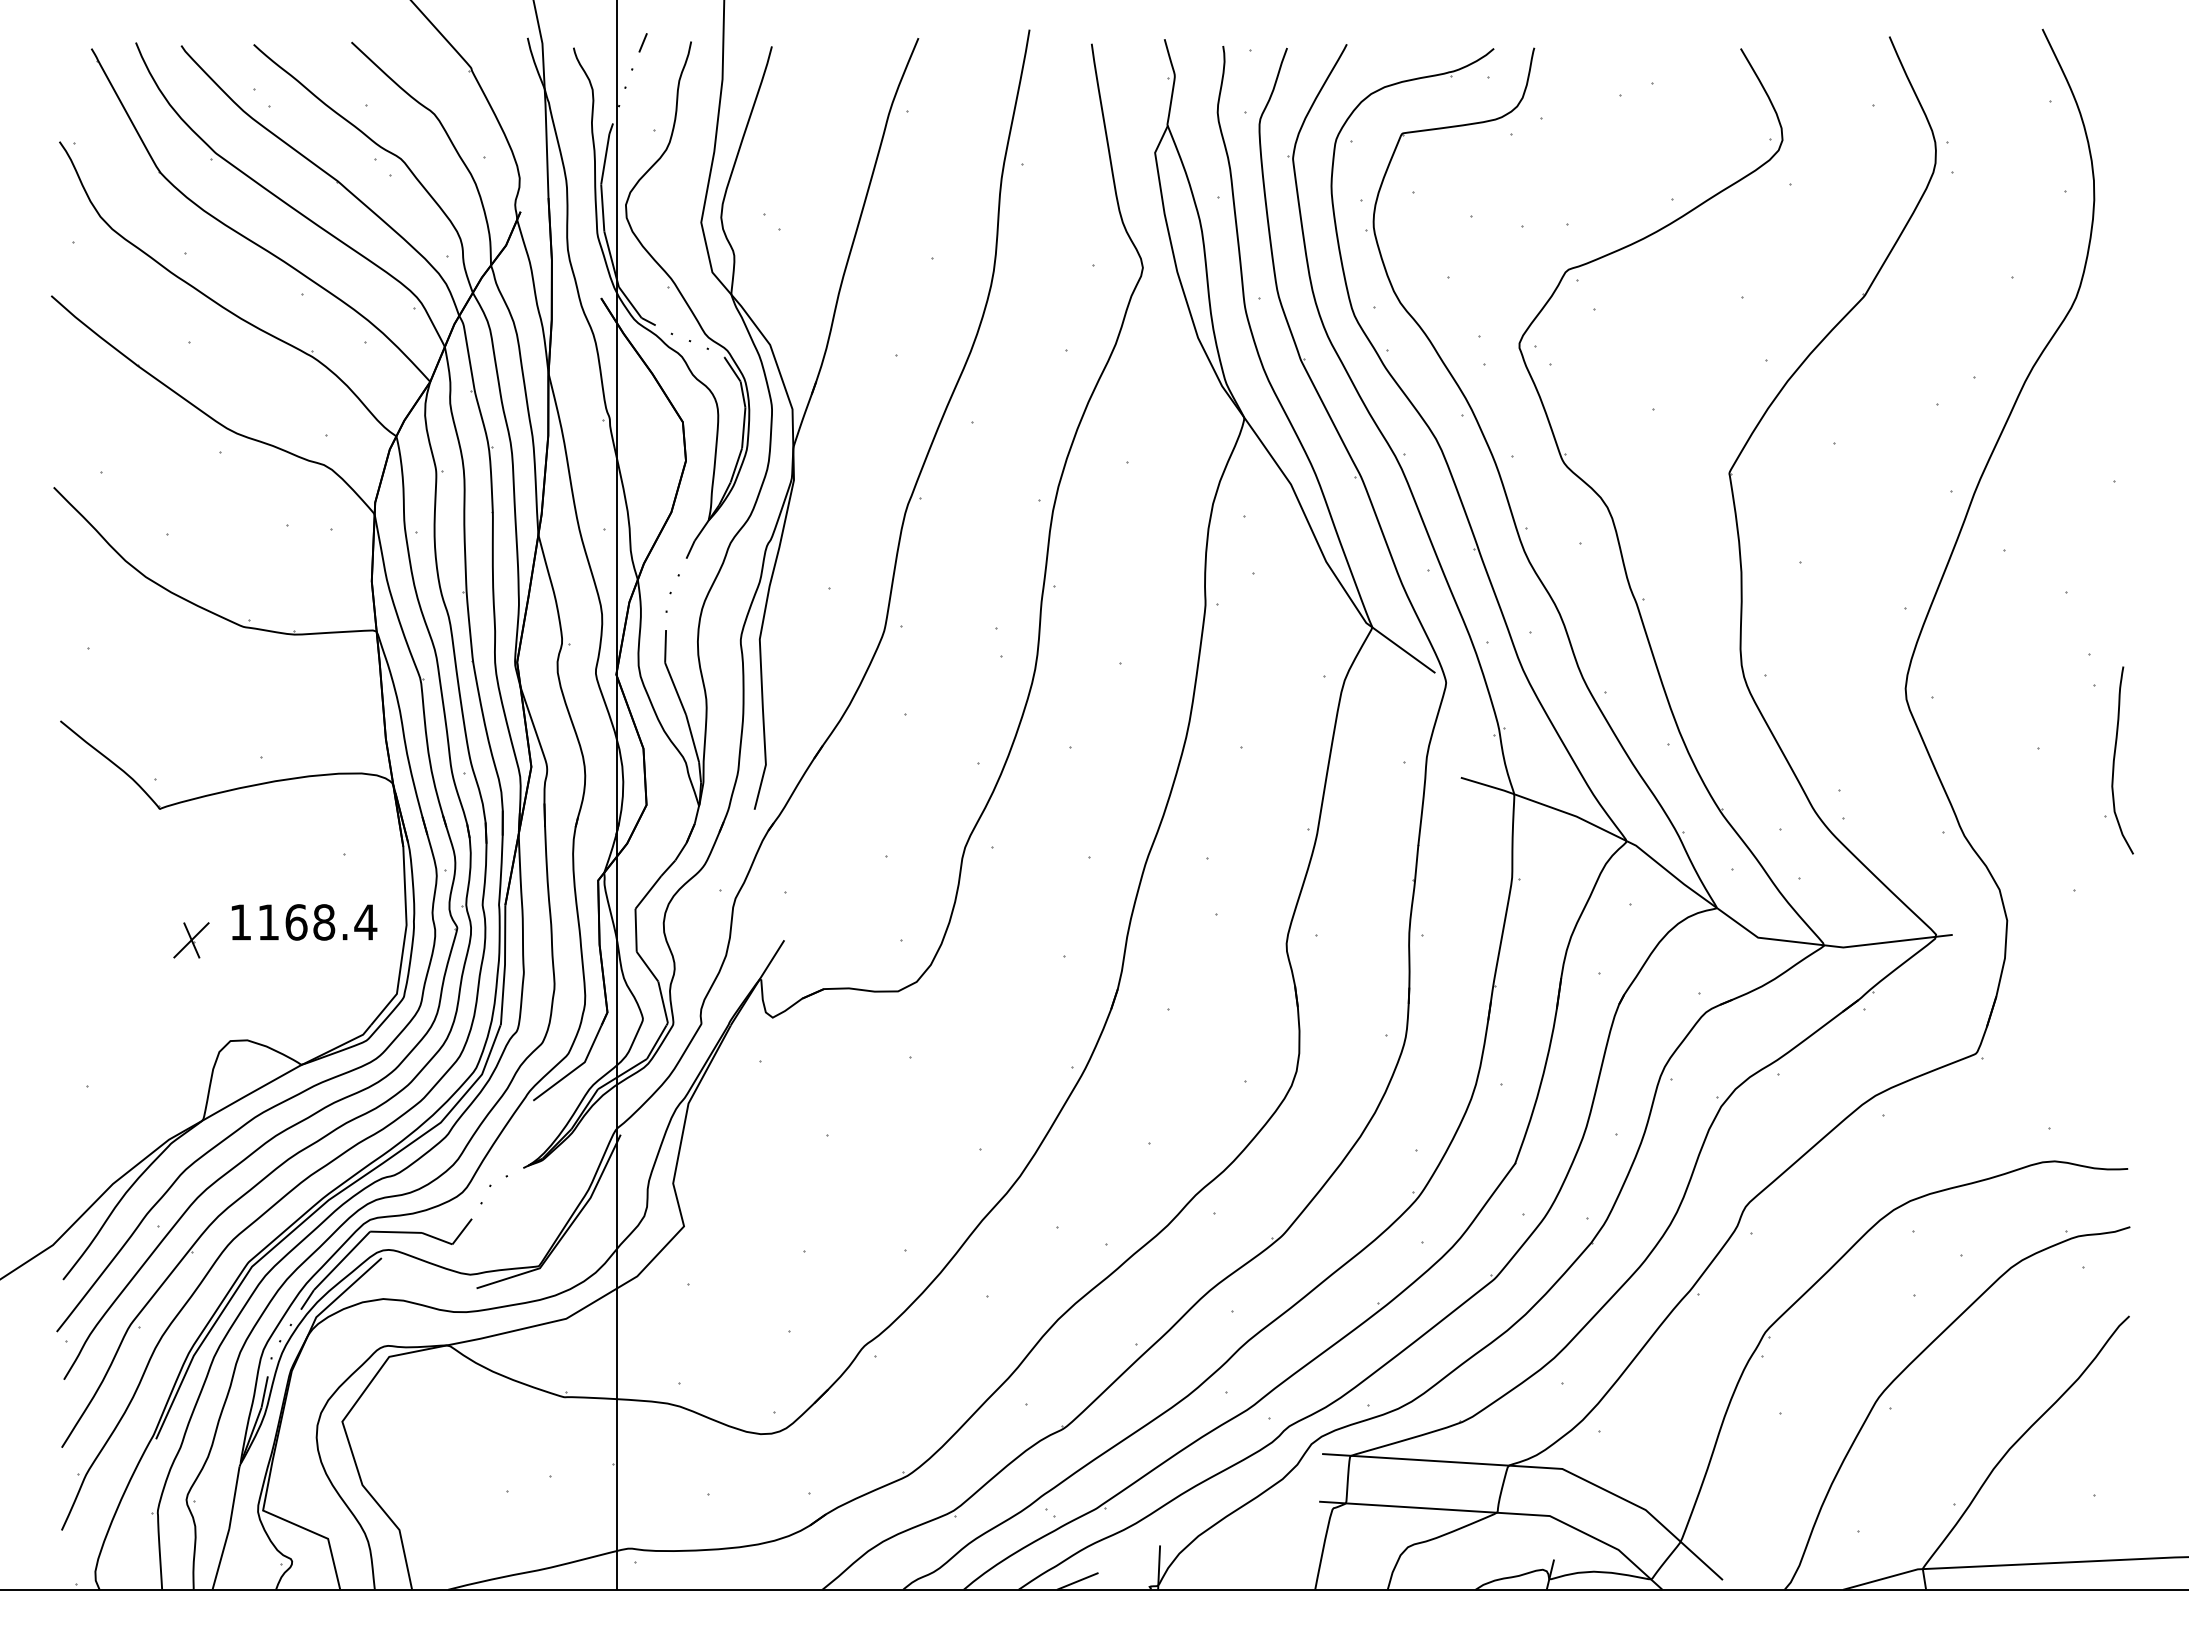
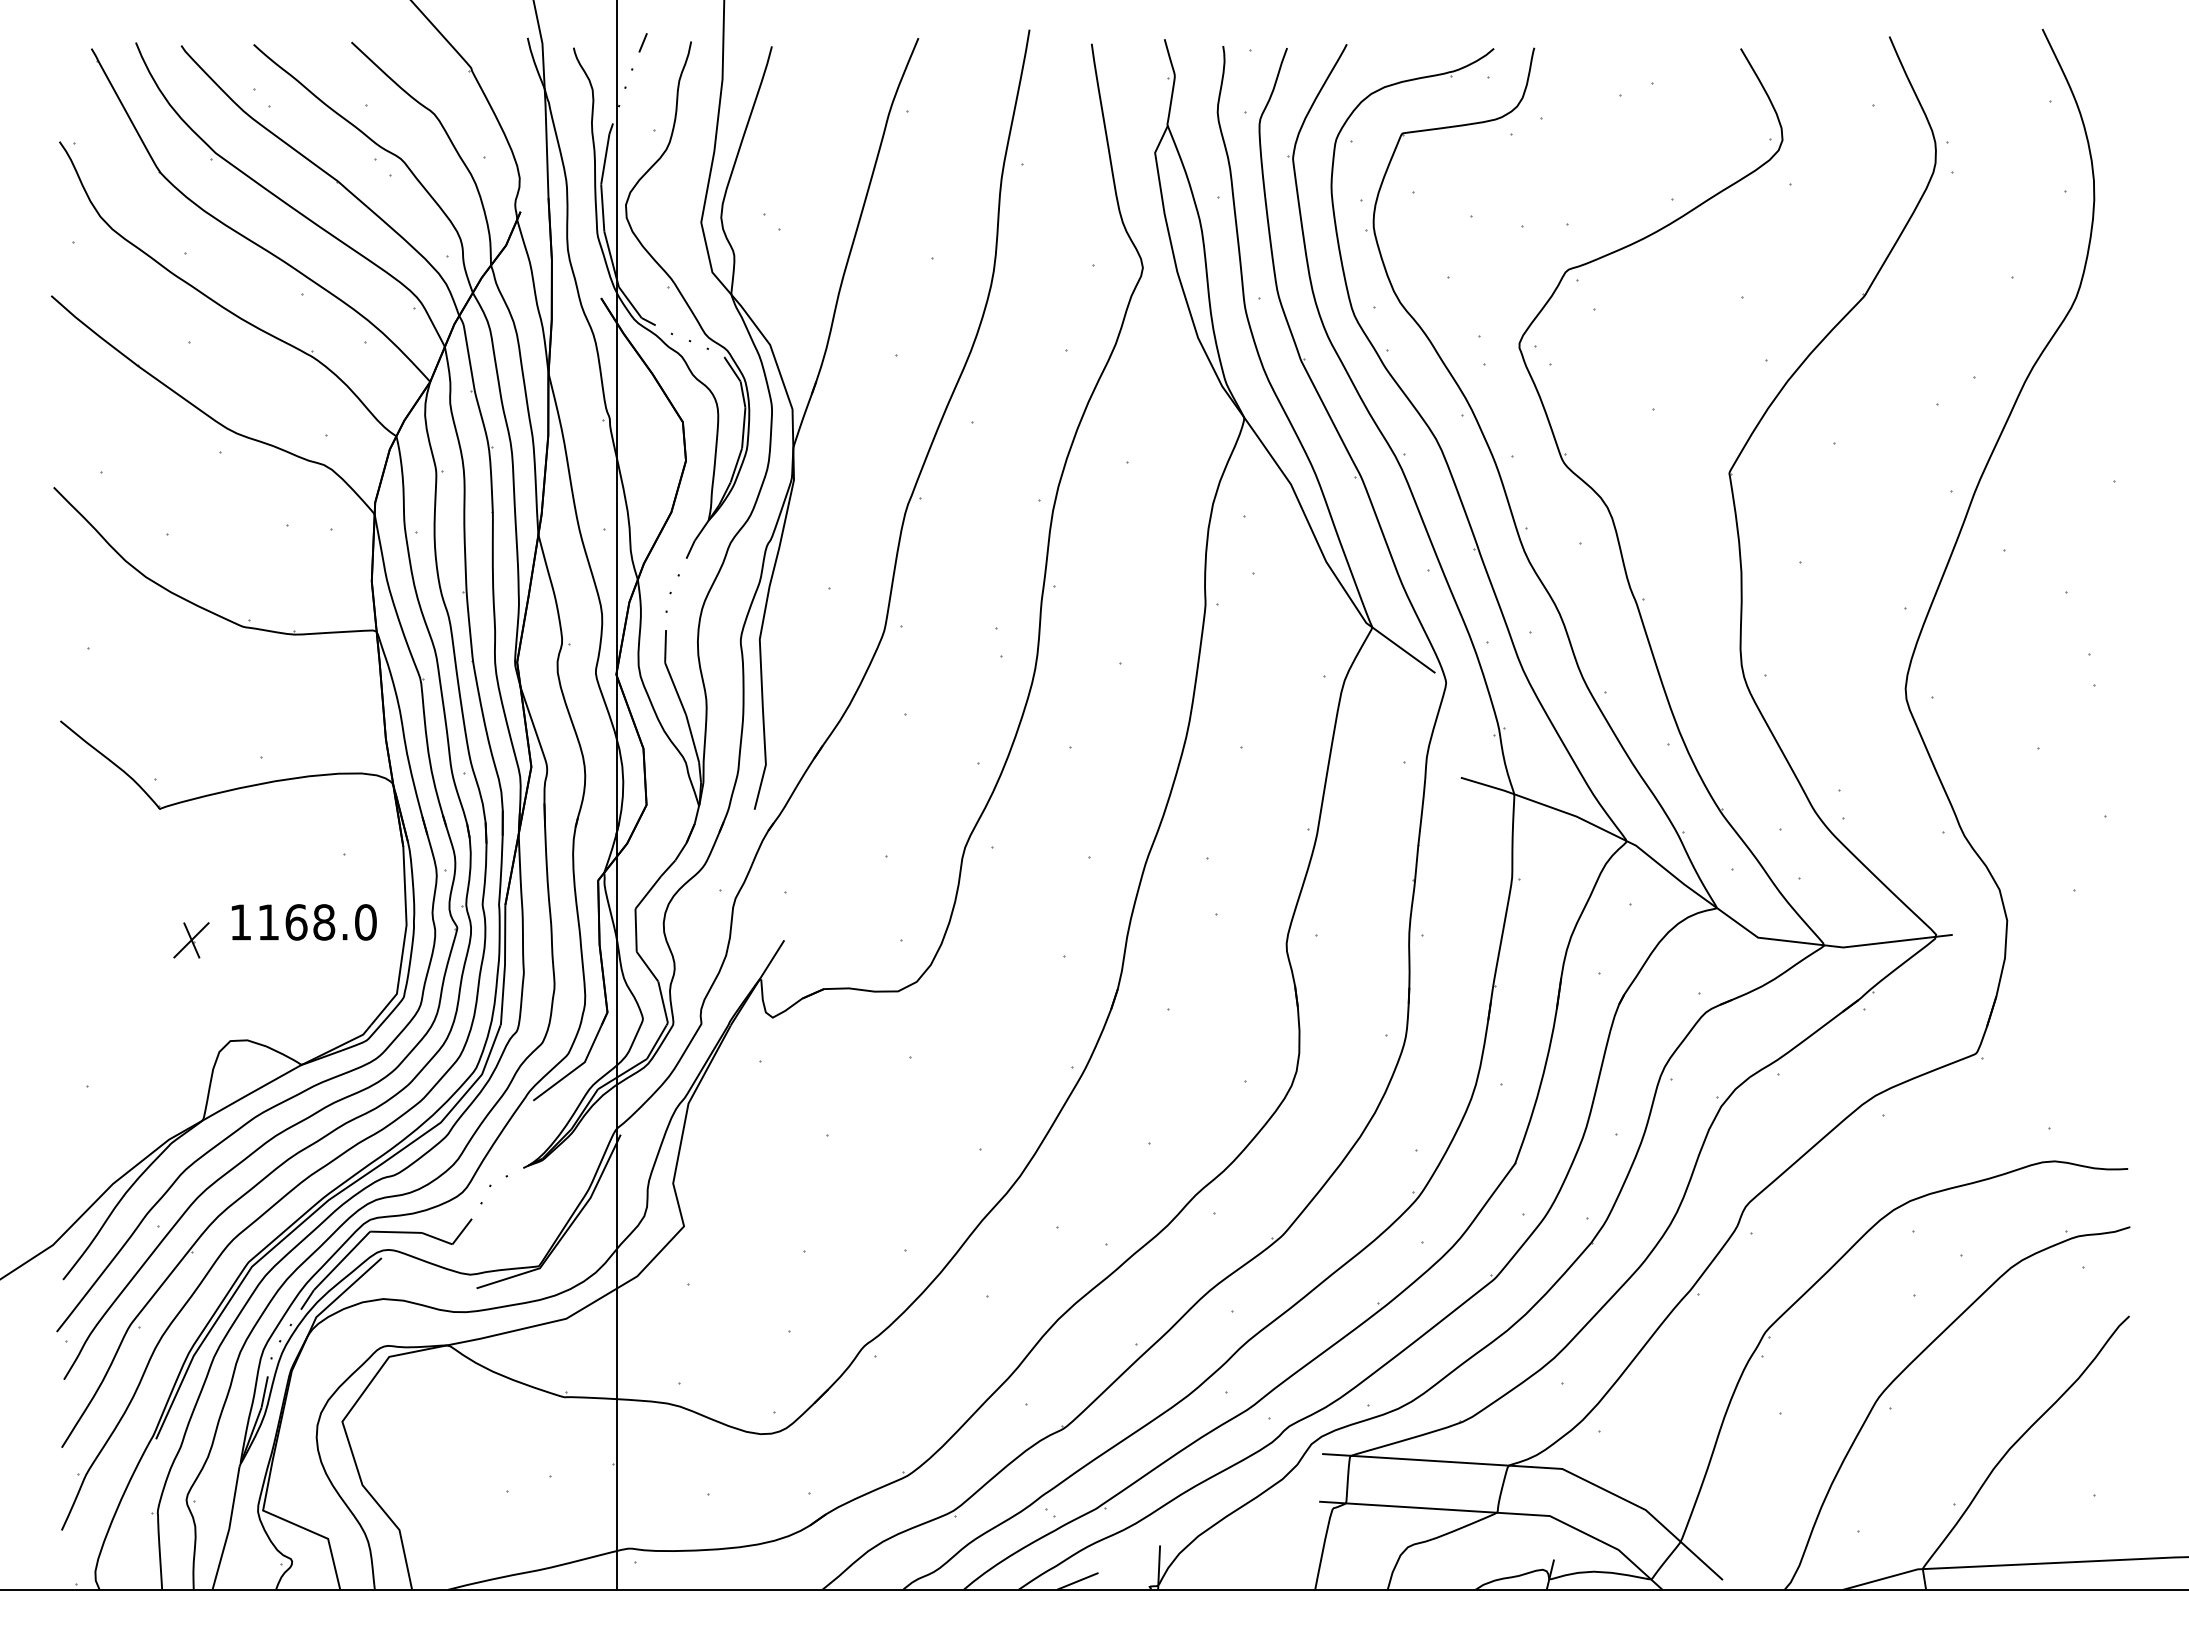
curve at (2115, 757): present -> none
text at (365, 922): 1168.4 -> 1168.0
